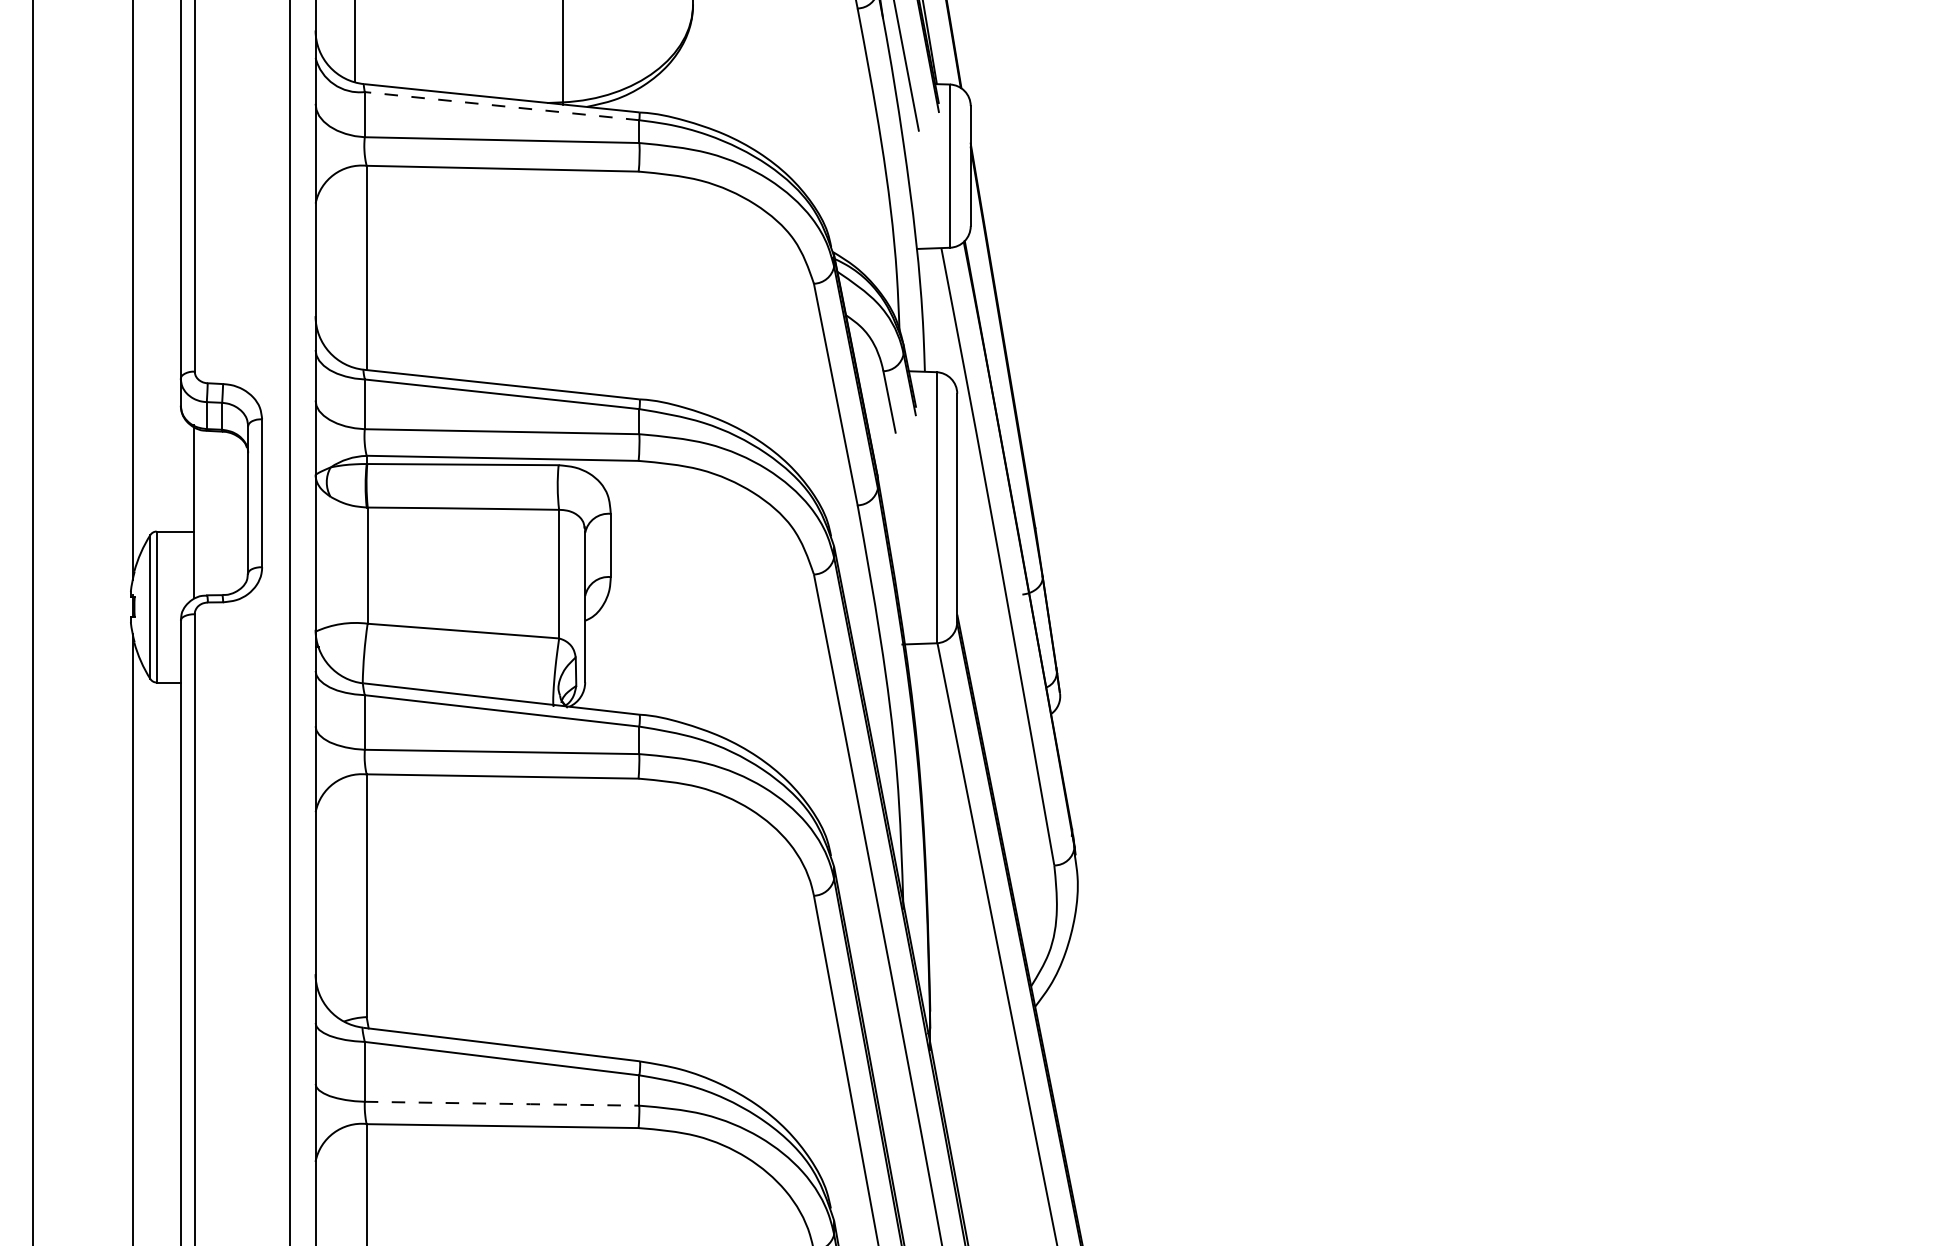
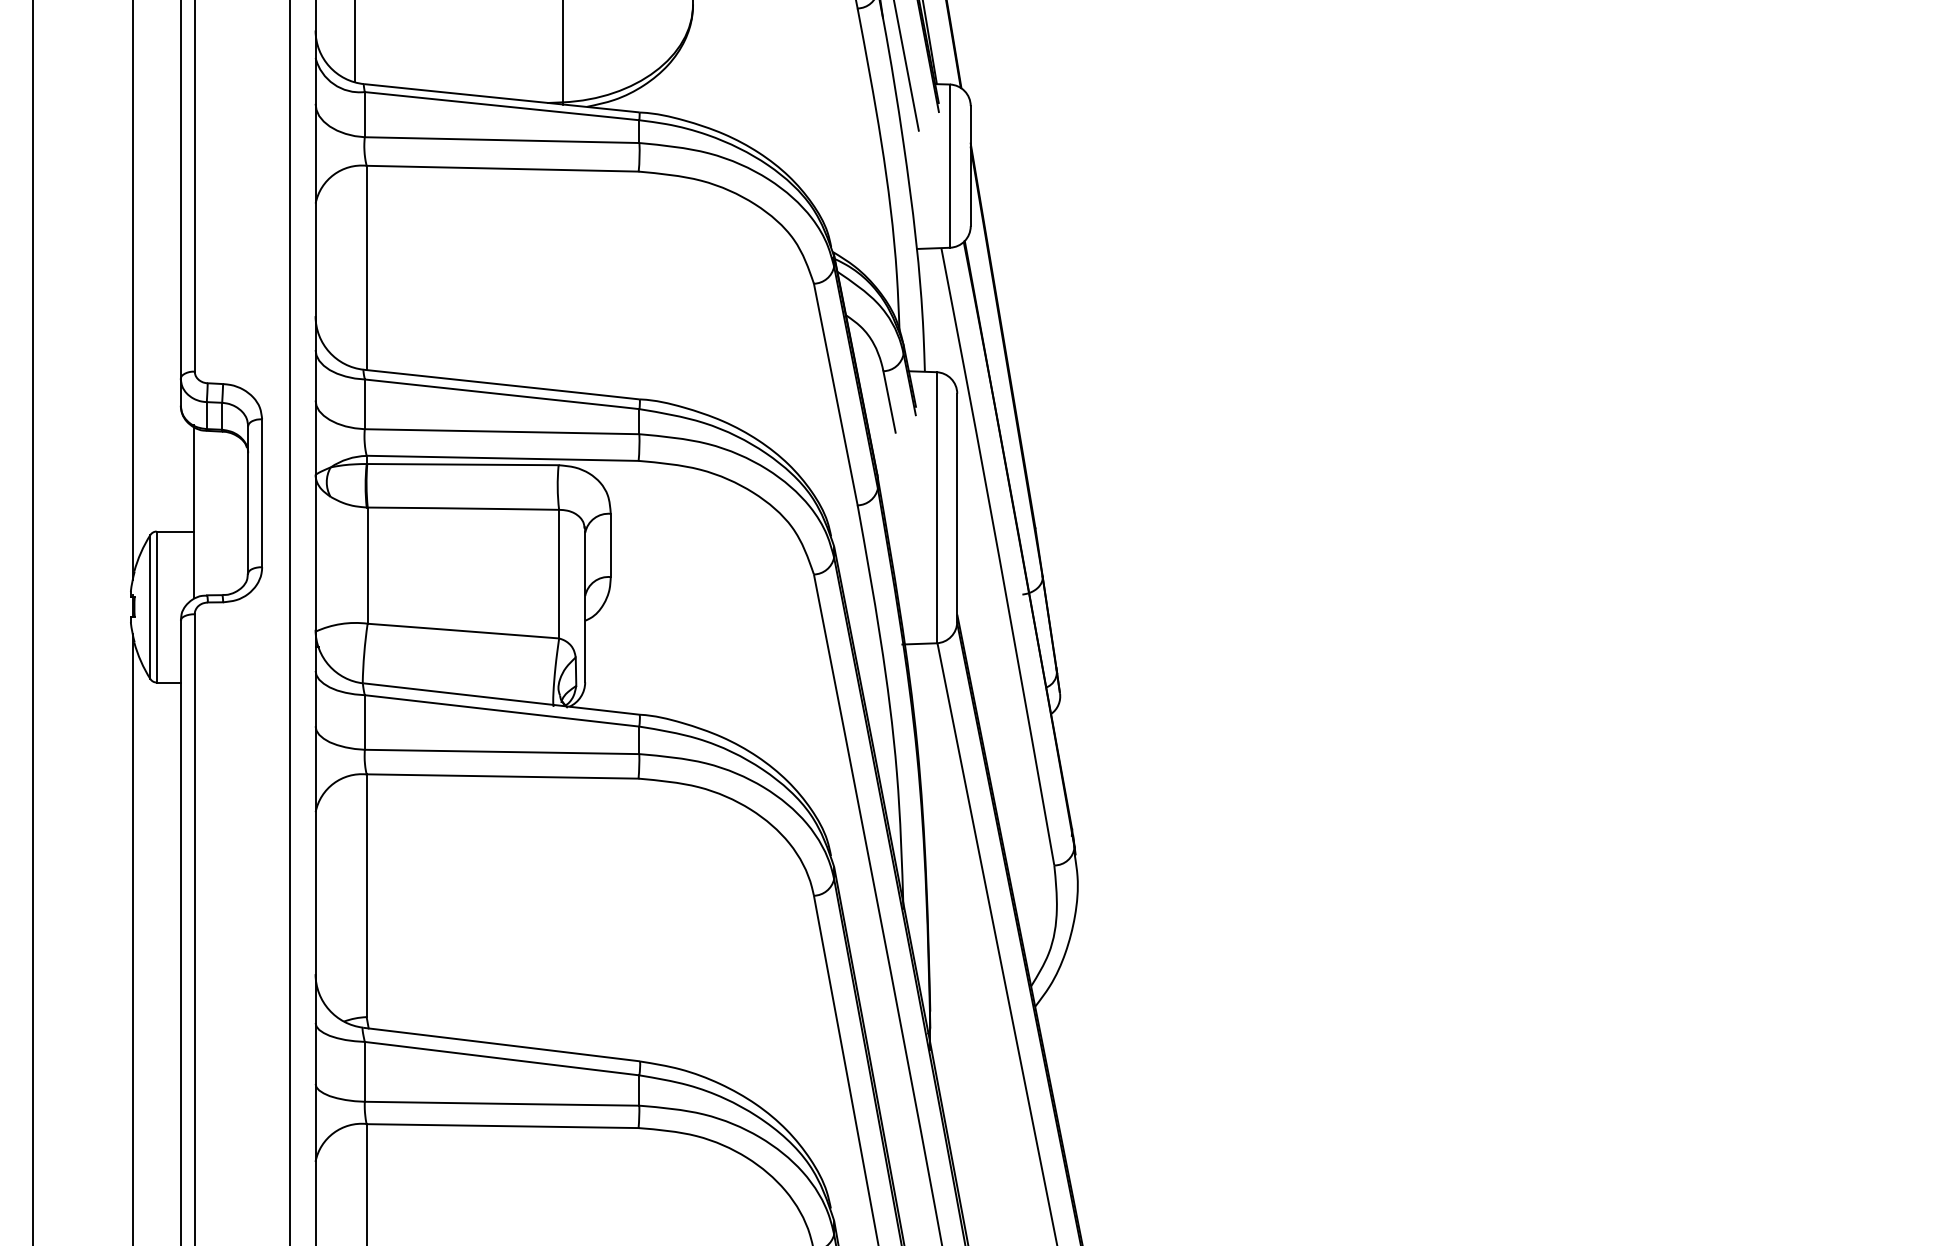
line at (502, 106): dashed -> solid
line at (502, 1103): dashed -> solid
